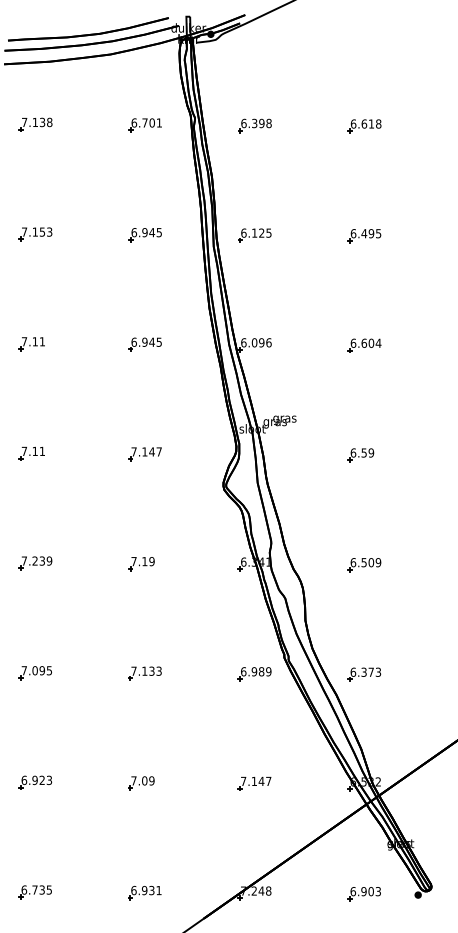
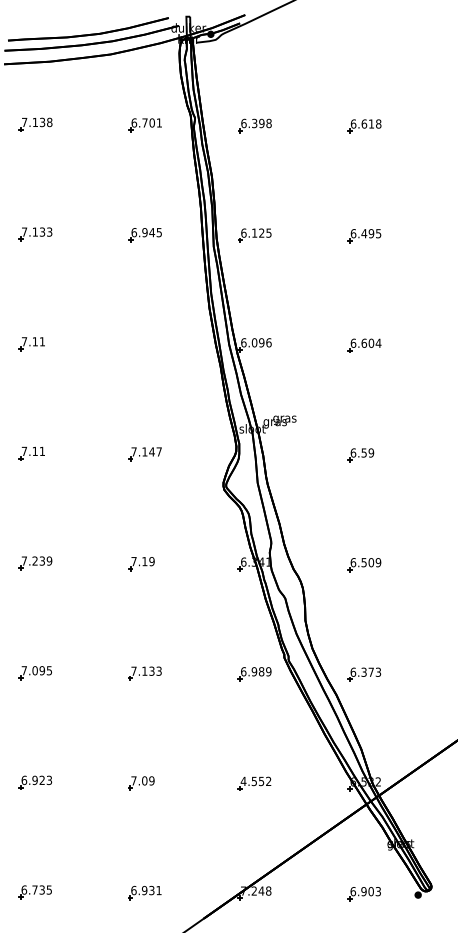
text at (42, 231): 7.153 -> 7.133
part at (144, 344): present -> none
text at (255, 781): 7.147 -> 4.552
